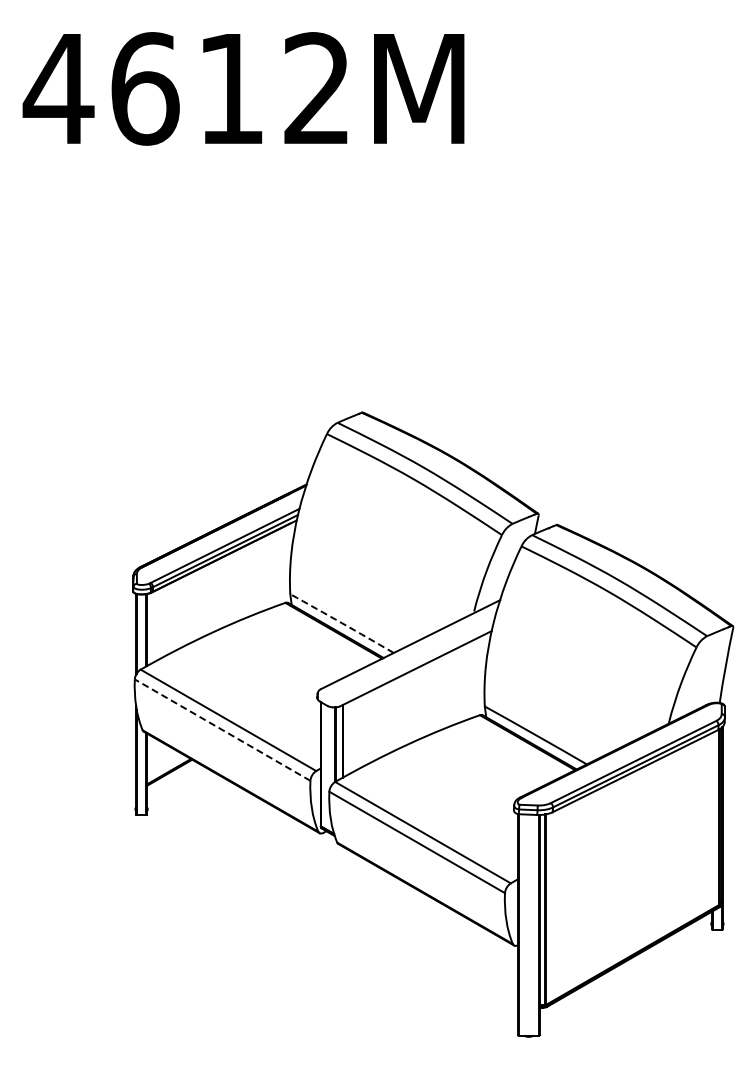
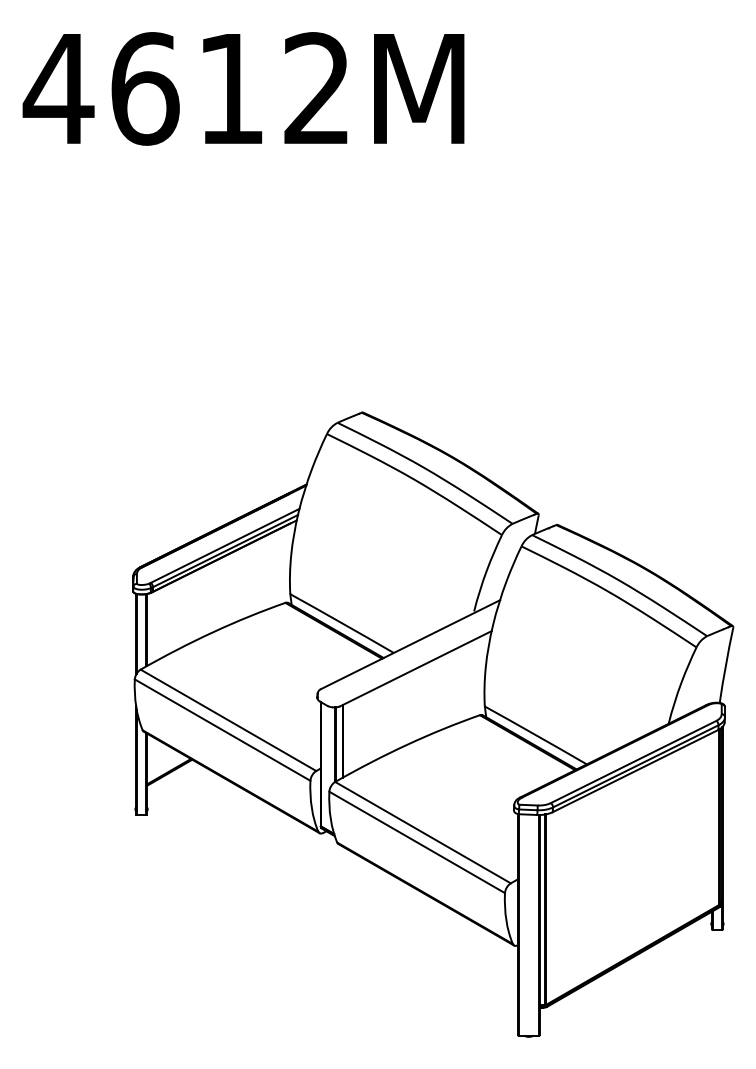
arc at (342, 623): dashed -> solid
line at (222, 729): dashed -> solid
